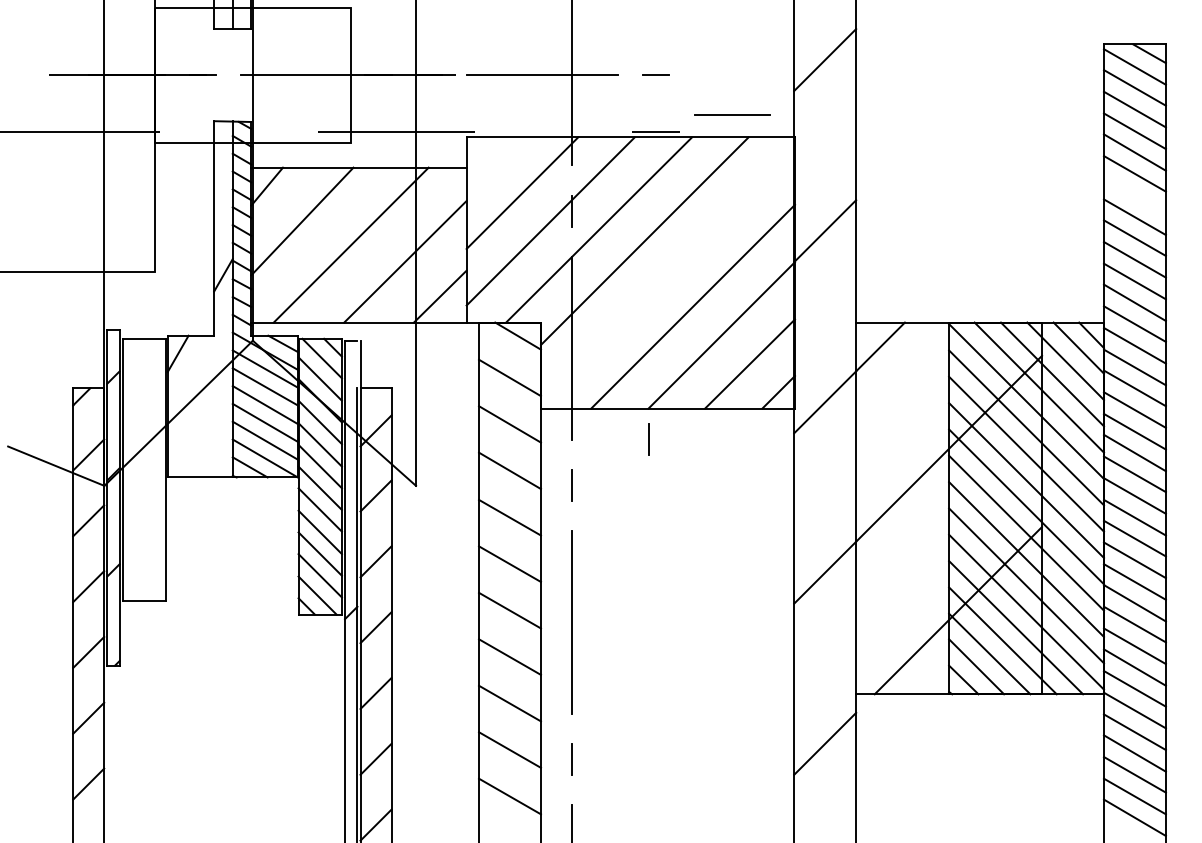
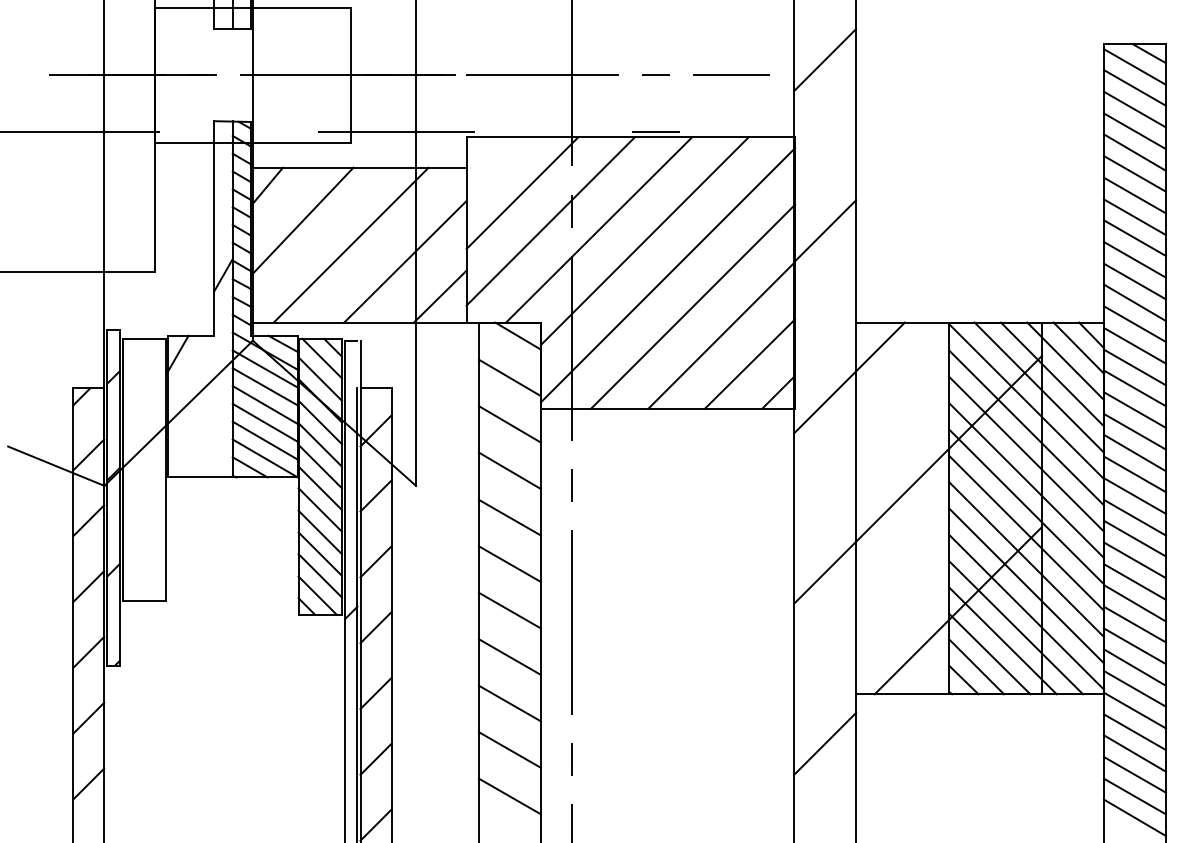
line at (732, 114) position: (732, 114) -> (731, 74)
line at (1134, 195): none -> present
line at (667, 275): none -> present
line at (648, 439): present -> none
